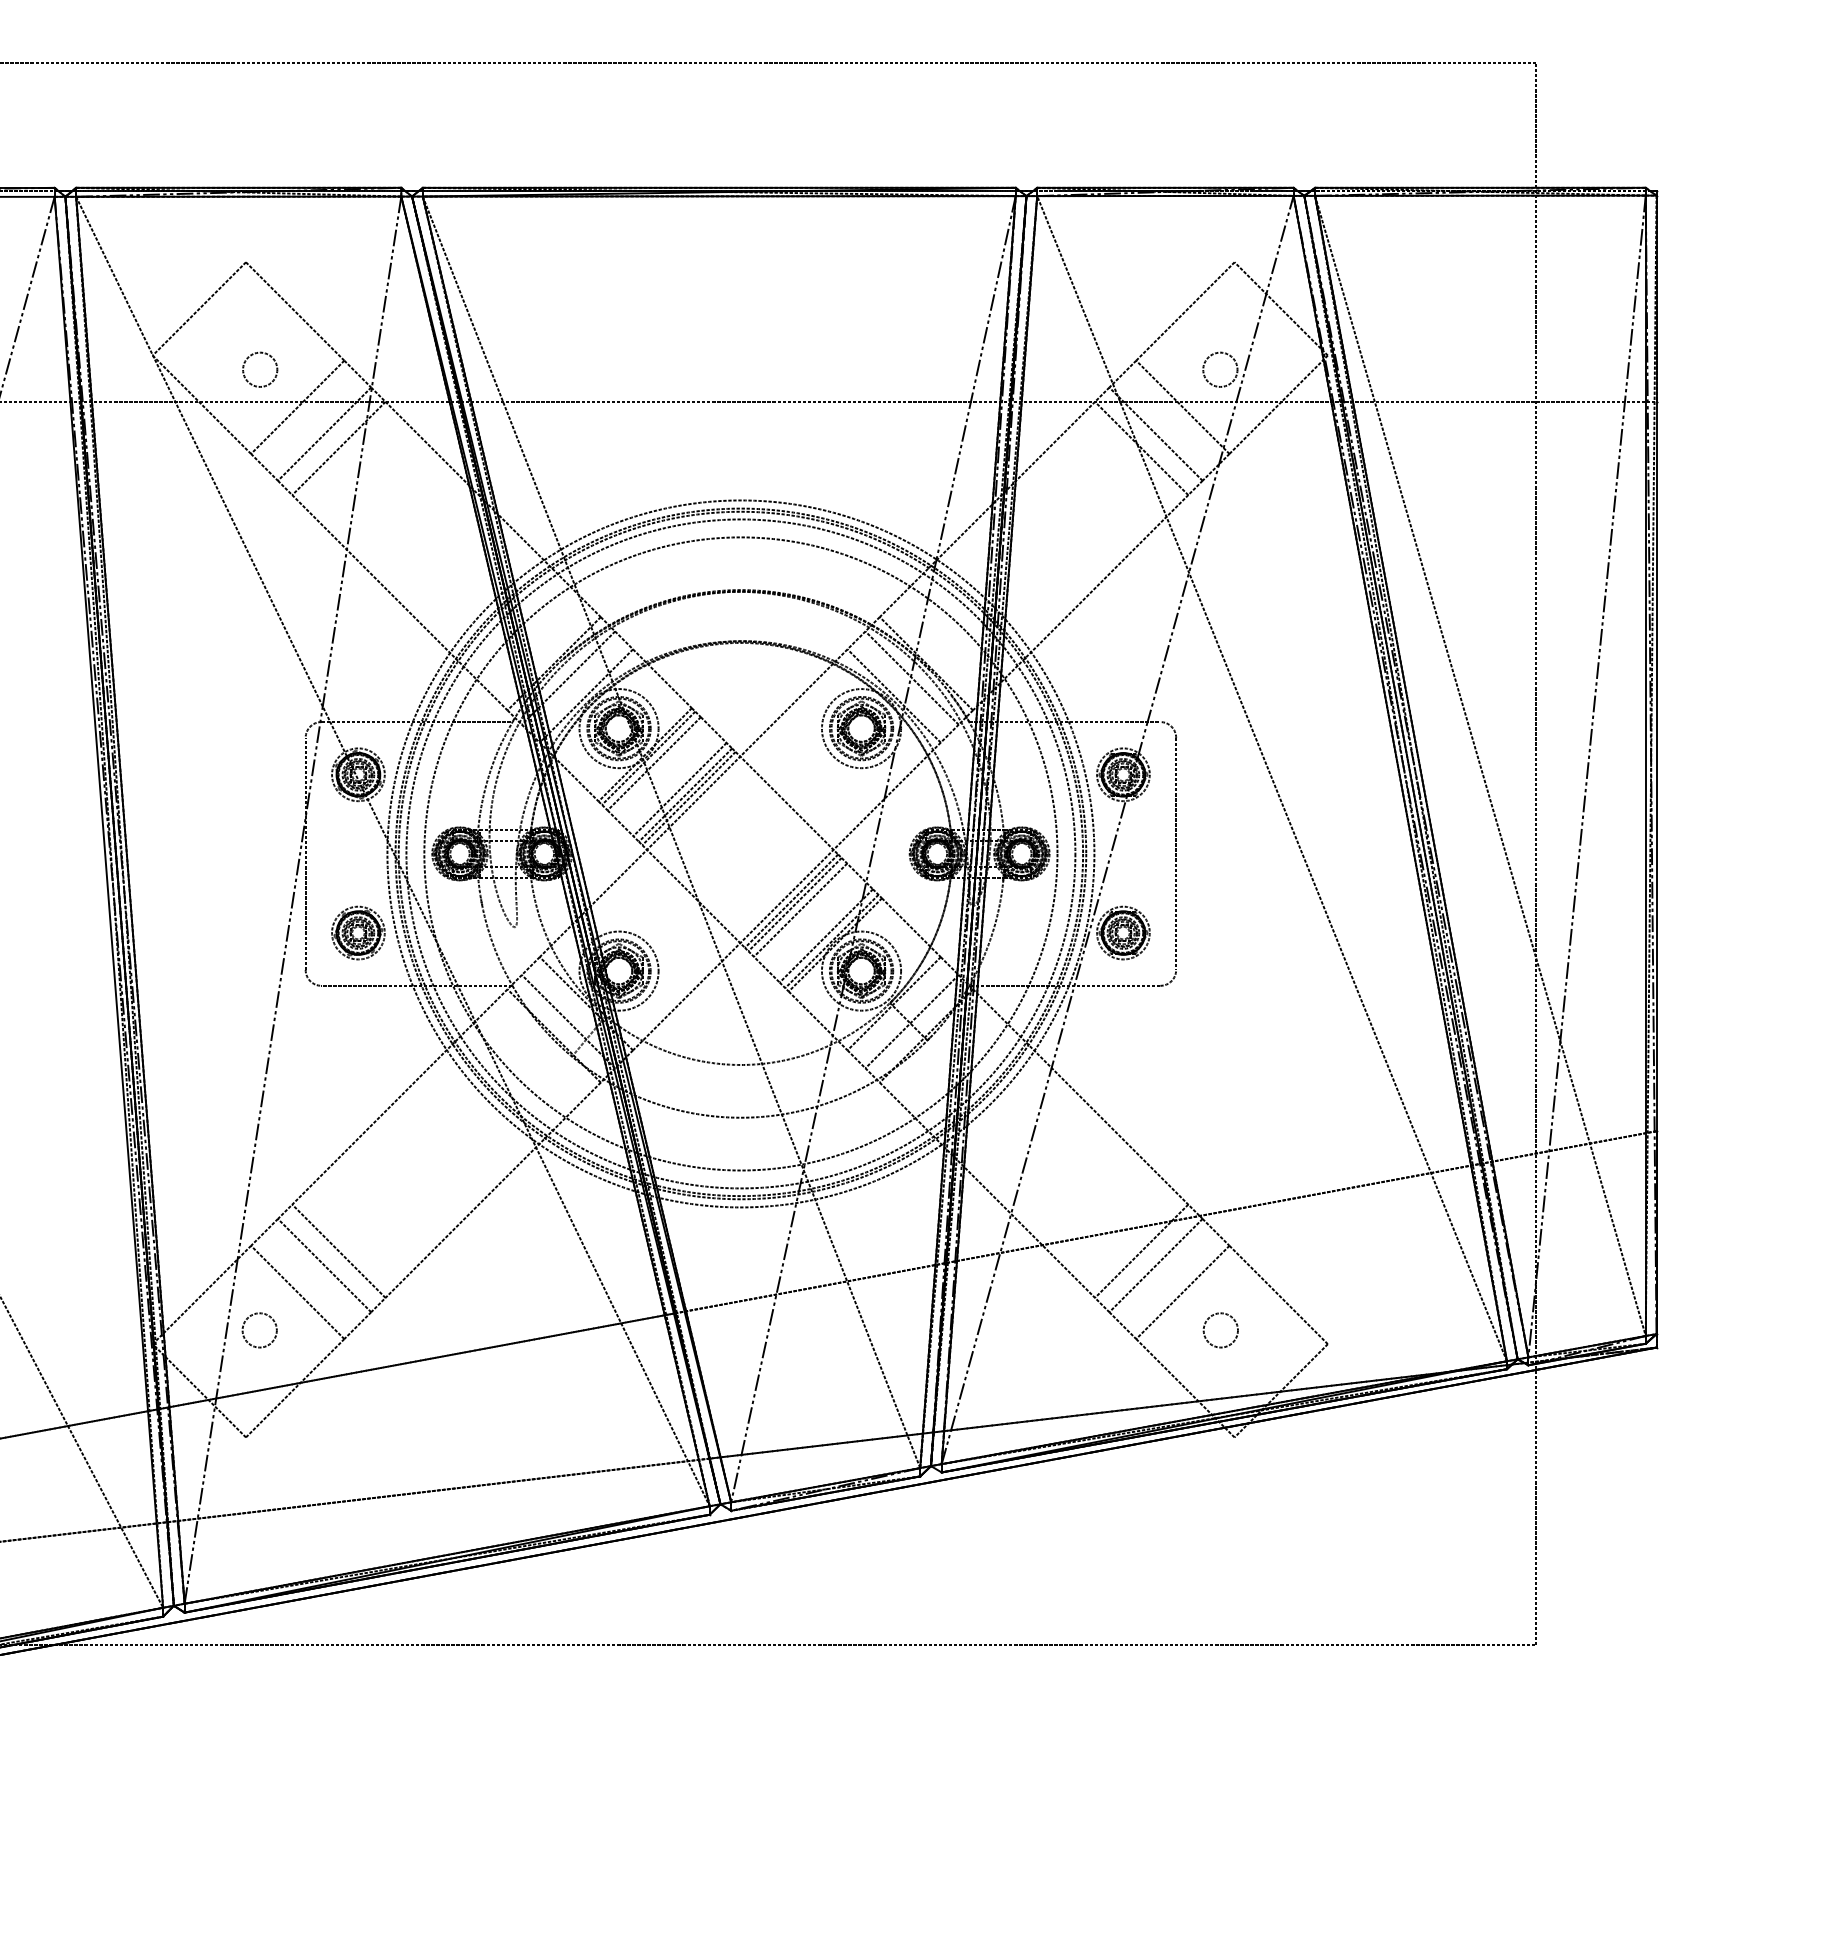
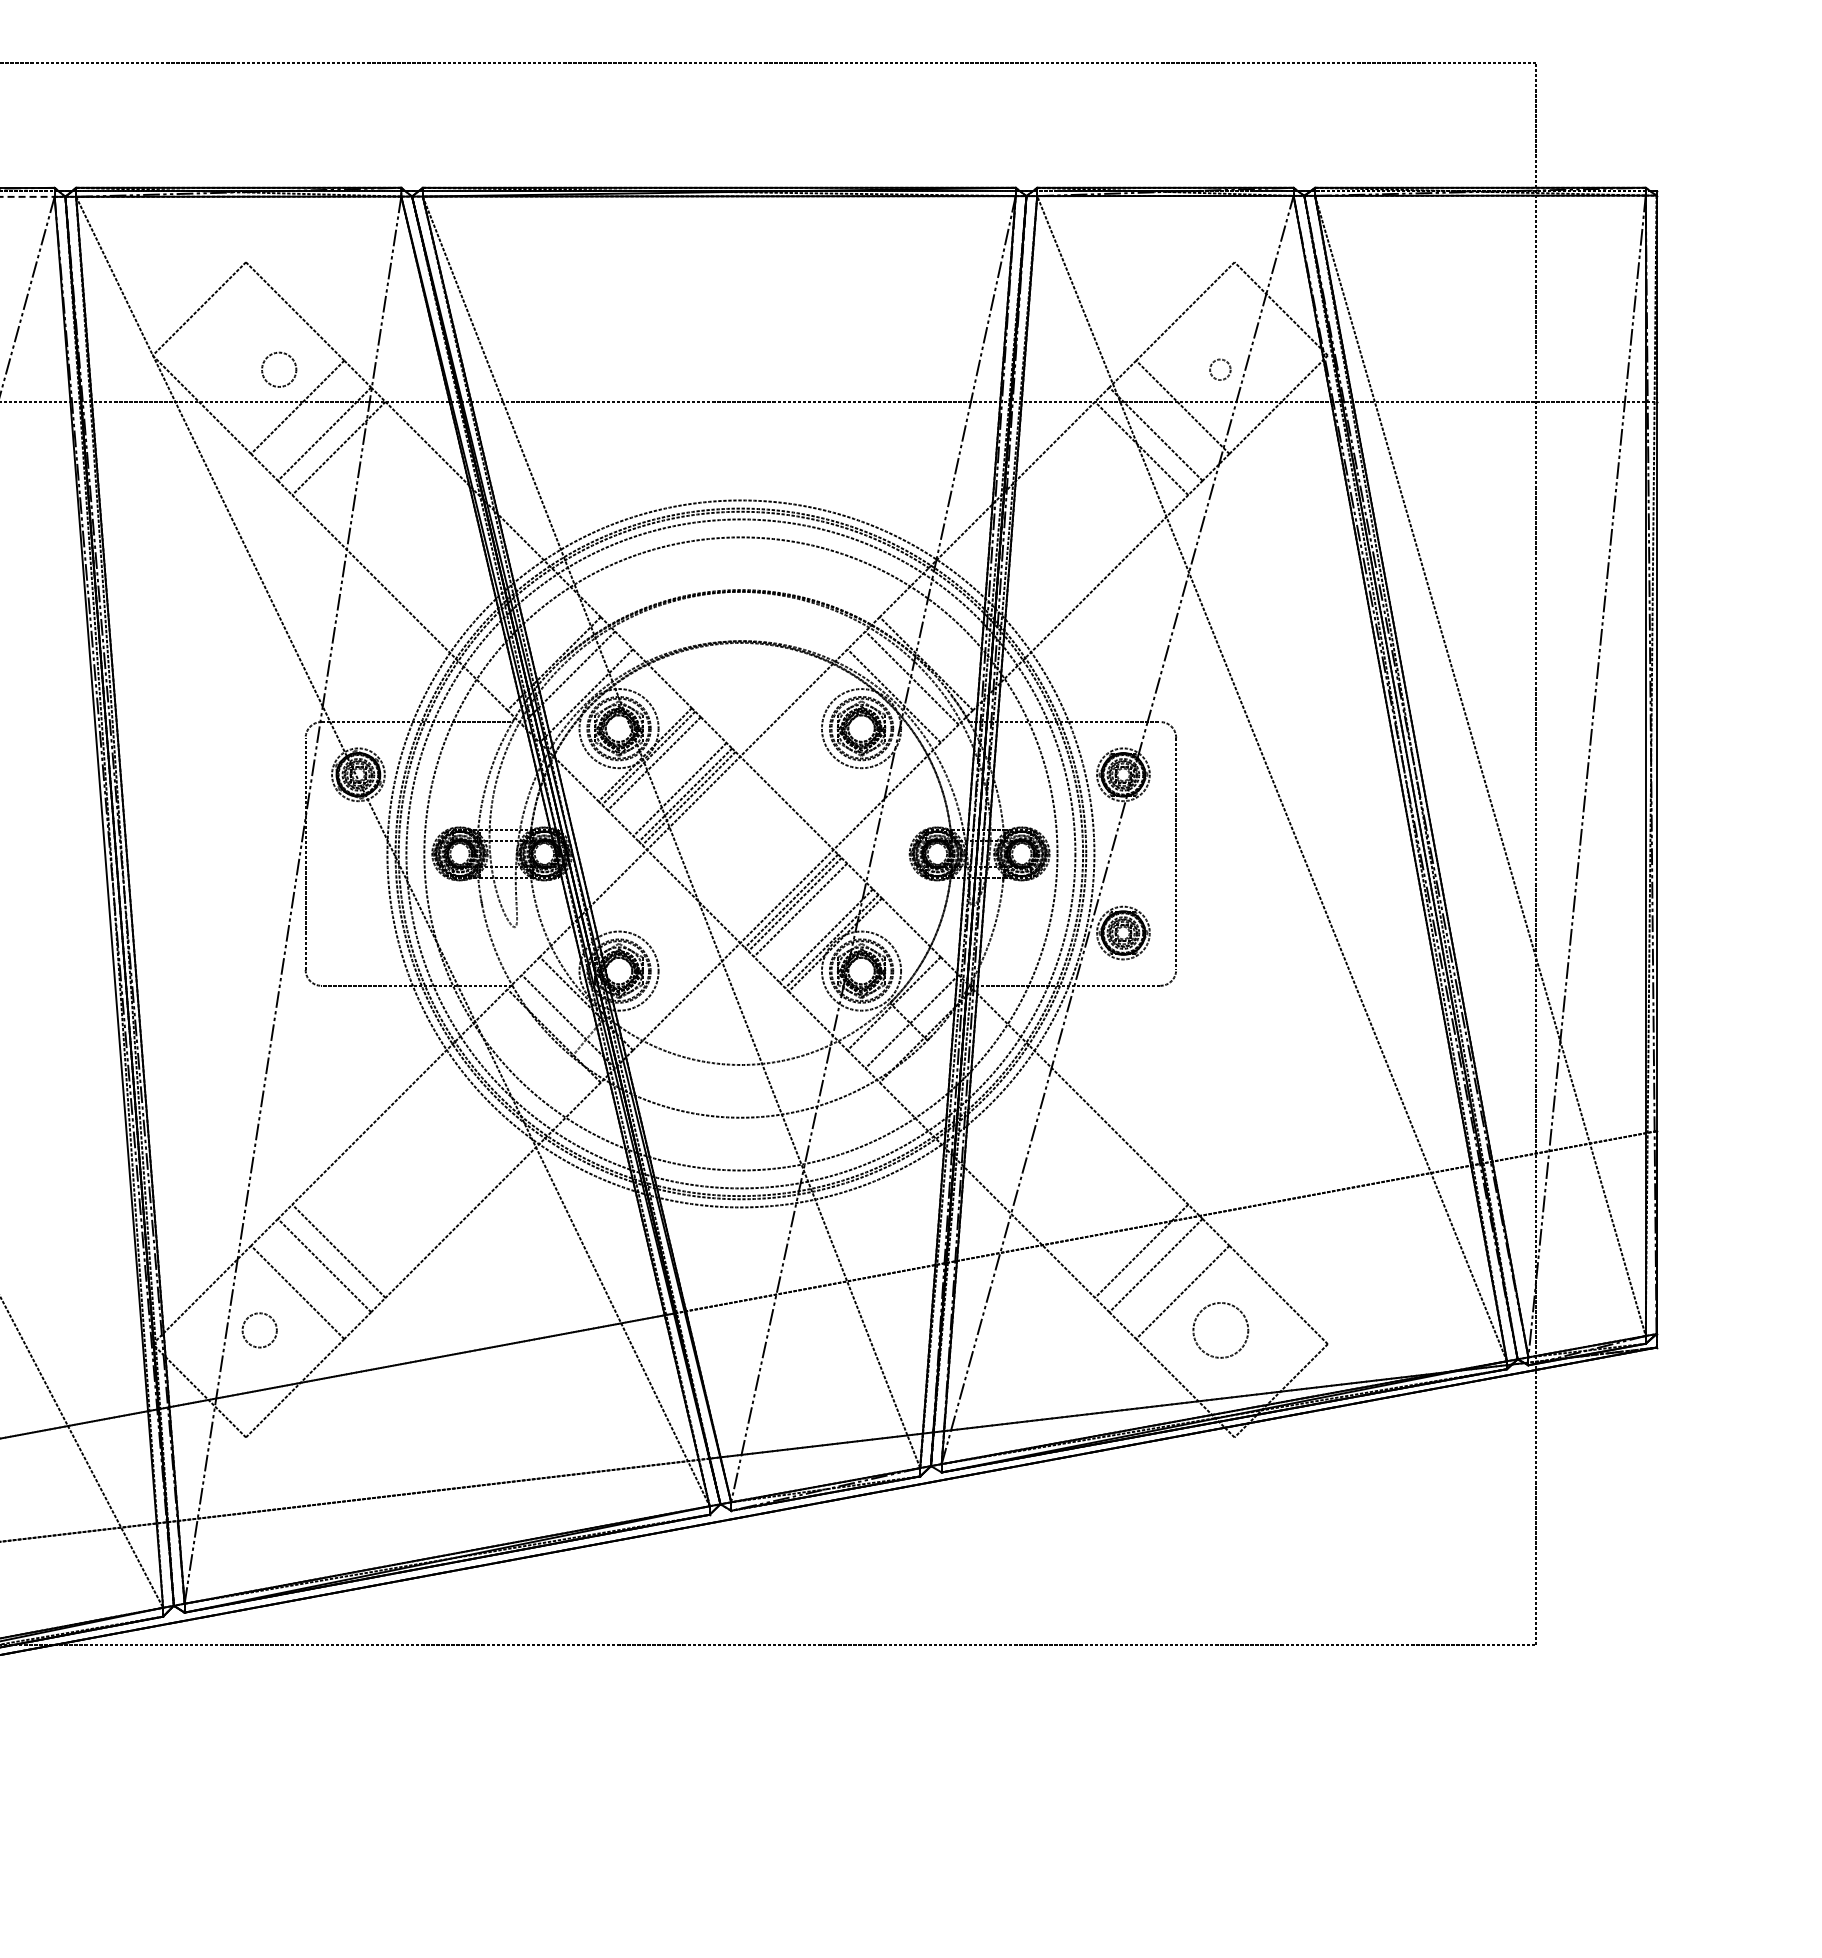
line at (27, 196): solid -> dashed
circle at (260, 369) position: (260, 369) -> (279, 369)
circle at (1220, 369) diameter: 34 px -> 21 px
part at (358, 932): present -> none
circle at (1220, 1330) diameter: 34 px -> 55 px
